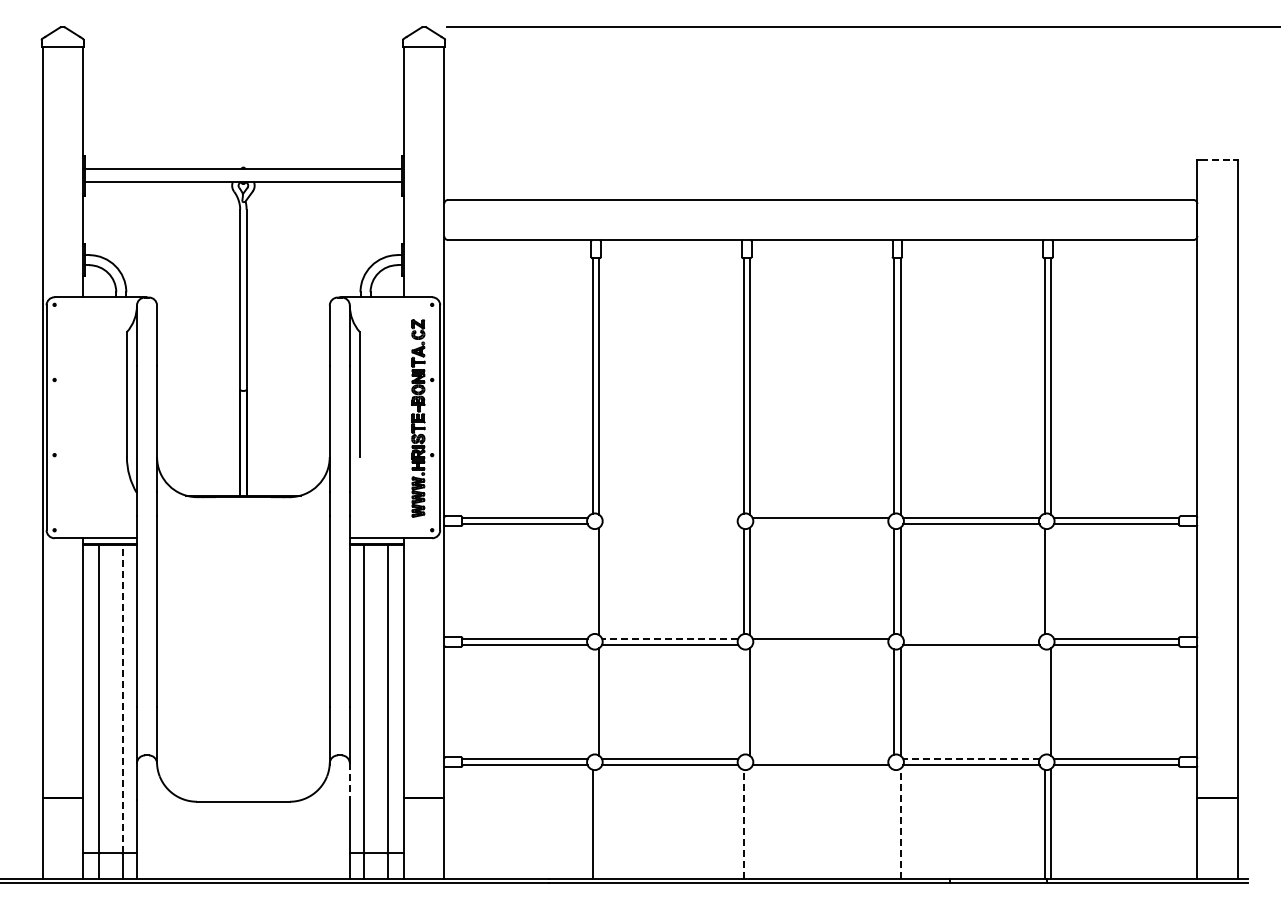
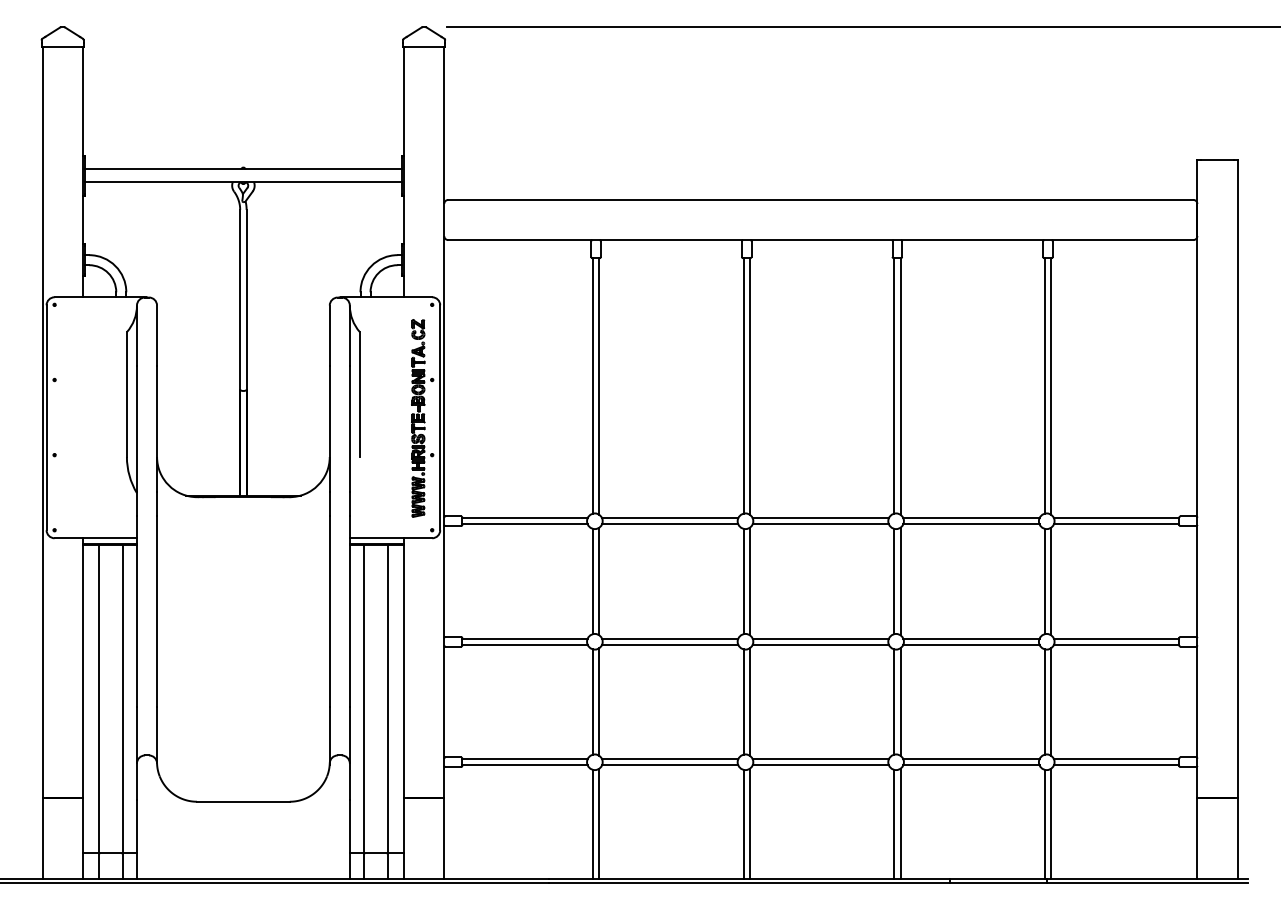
line at (1217, 159): dashed -> solid
line at (670, 518): none -> present
line at (670, 524): none -> present
line at (820, 524): none -> present
line at (592, 581): none -> present
line at (1051, 581): none -> present
line at (669, 638): dashed -> solid
line at (971, 638): none -> present
line at (820, 644): none -> present
line at (122, 698): dashed -> solid
line at (592, 701): none -> present
line at (743, 701): none -> present
line at (1044, 701): none -> present
line at (820, 759): none -> present
line at (970, 759): dashed -> solid
line at (349, 782): dashed -> solid
line at (599, 823): none -> present
line at (743, 823): dashed -> solid
line at (749, 823): none -> present
line at (894, 823): none -> present
line at (900, 823): dashed -> solid
